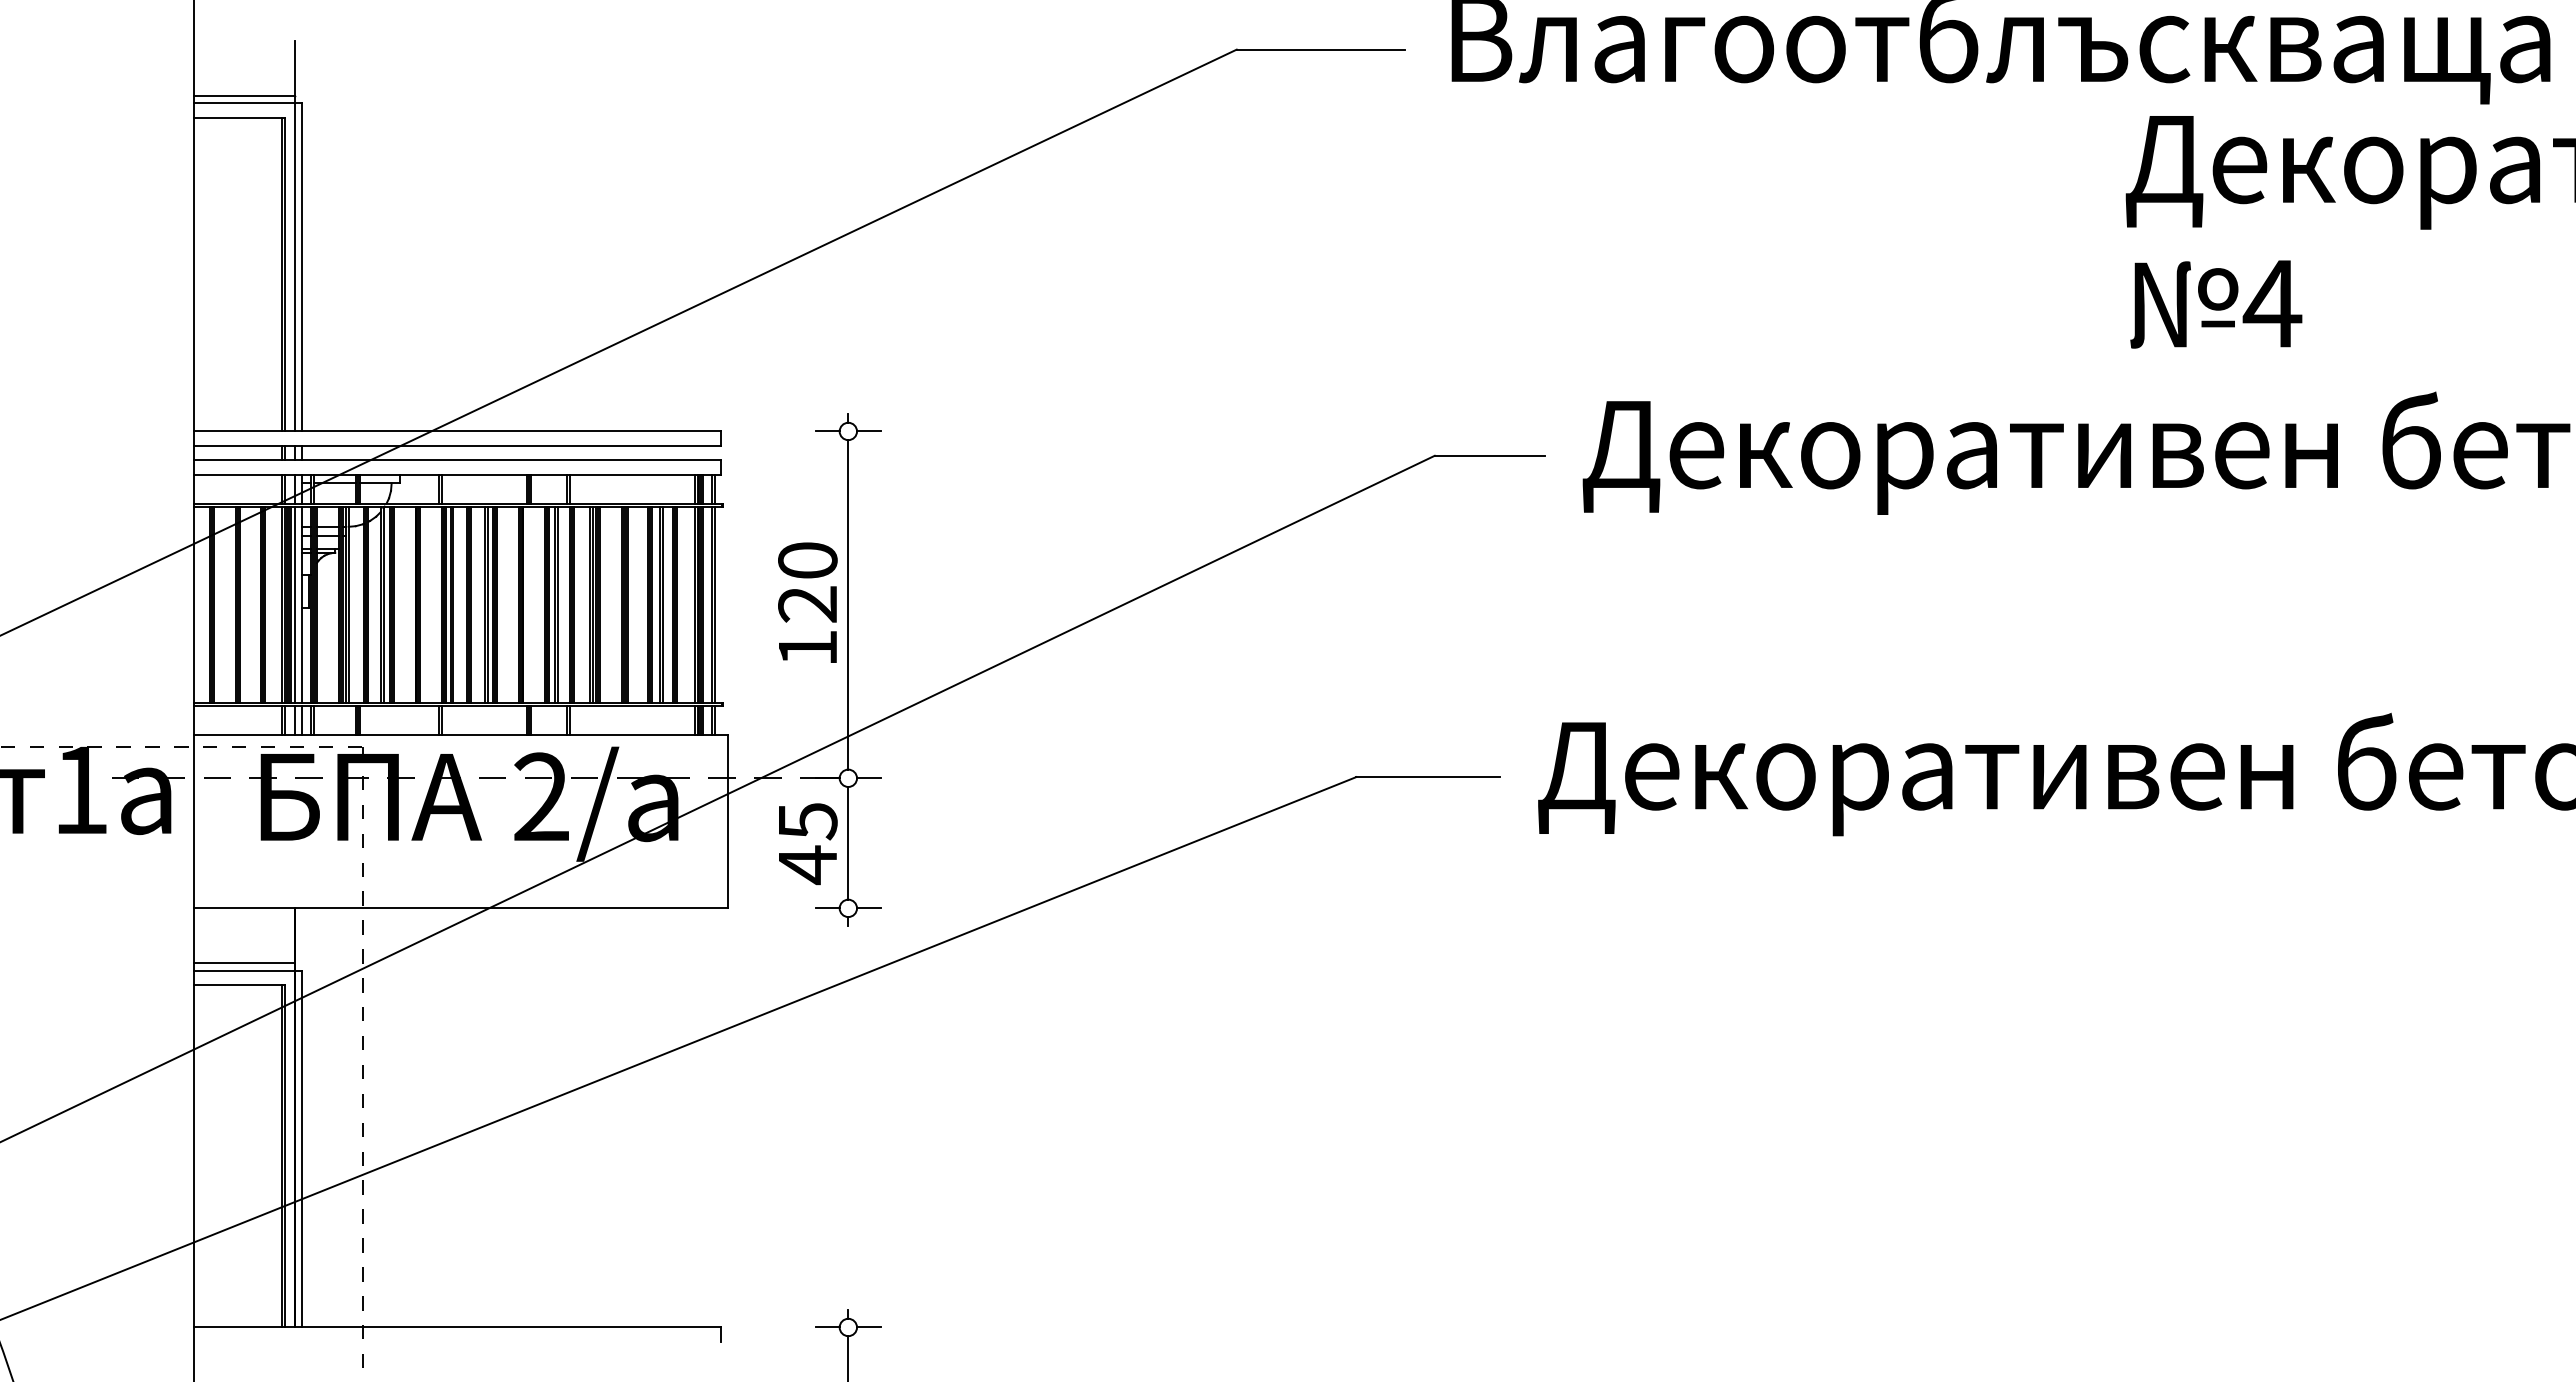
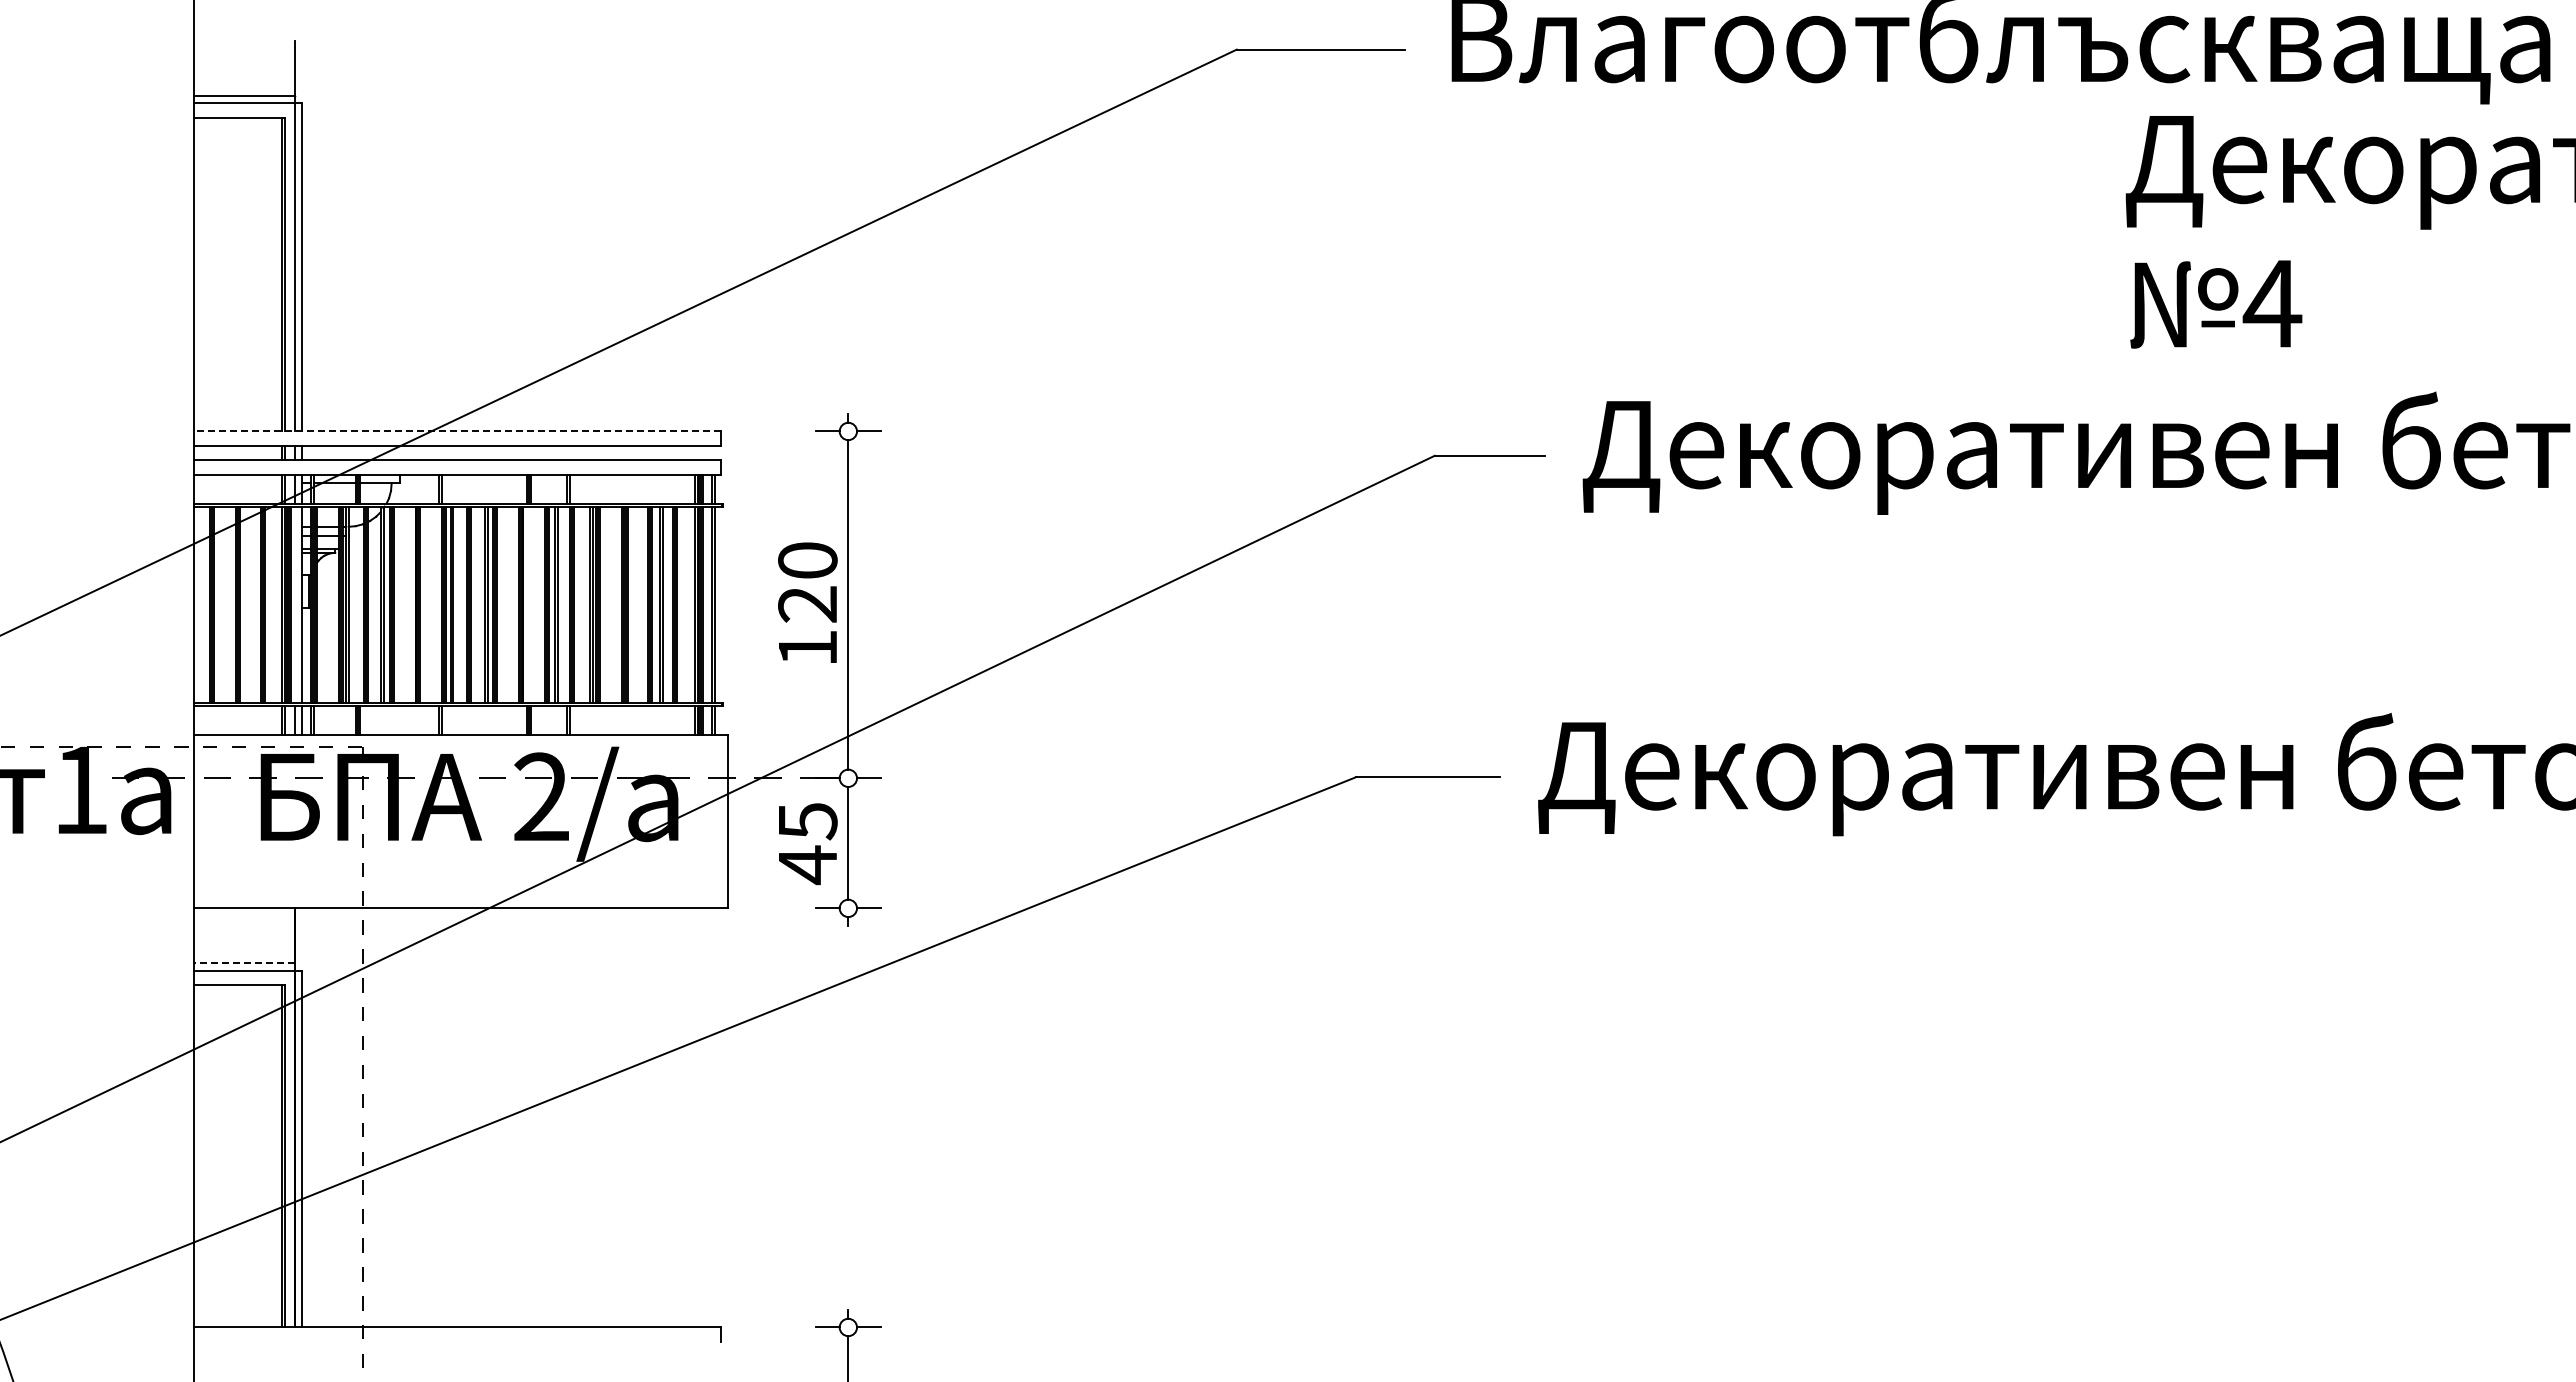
line at (457, 431): solid -> dashed
line at (294, 604): present -> none
line at (244, 963): solid -> dashed
